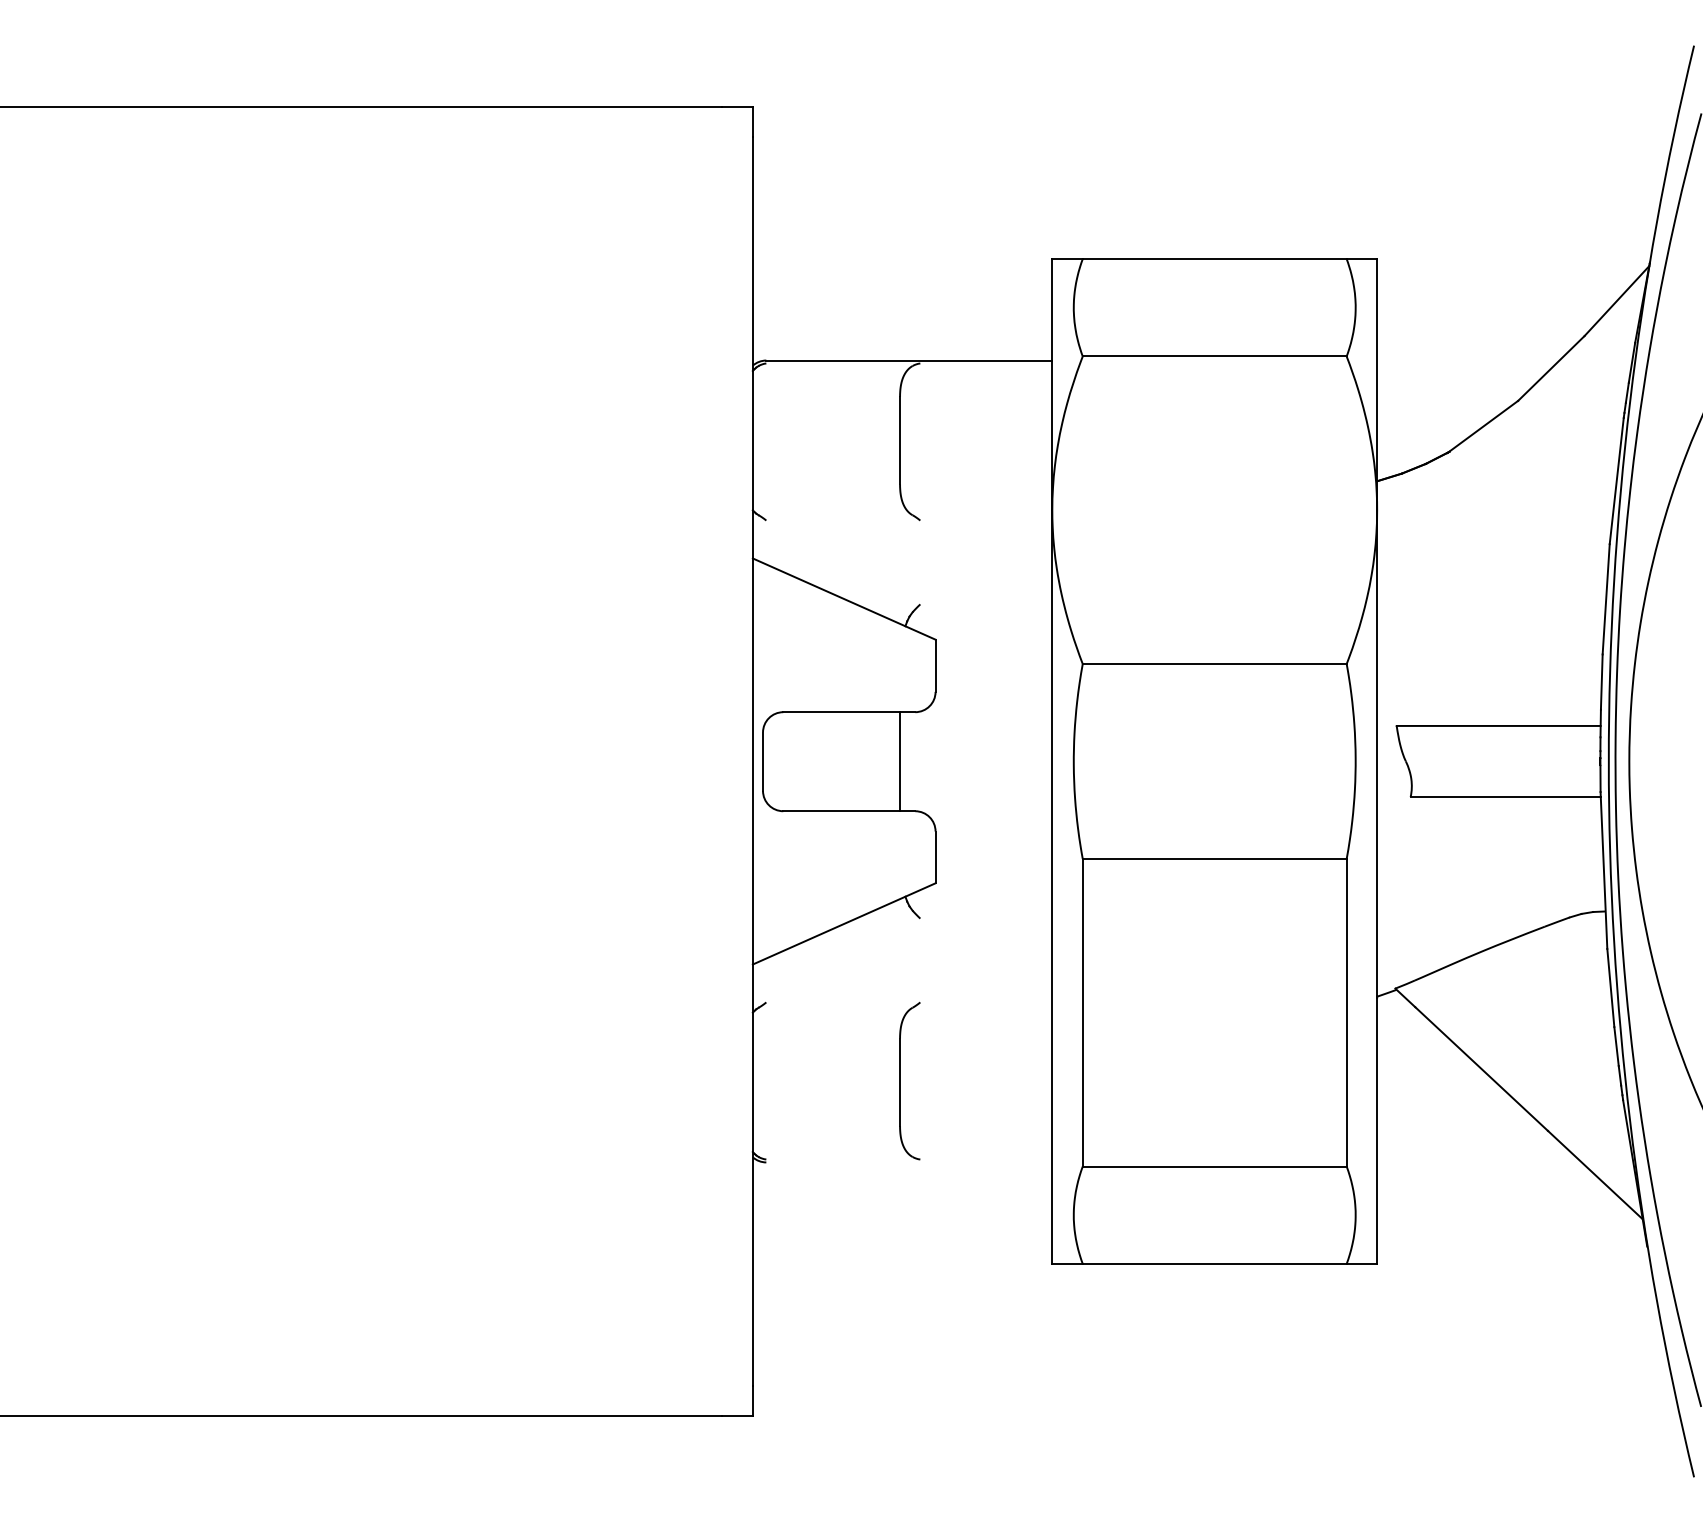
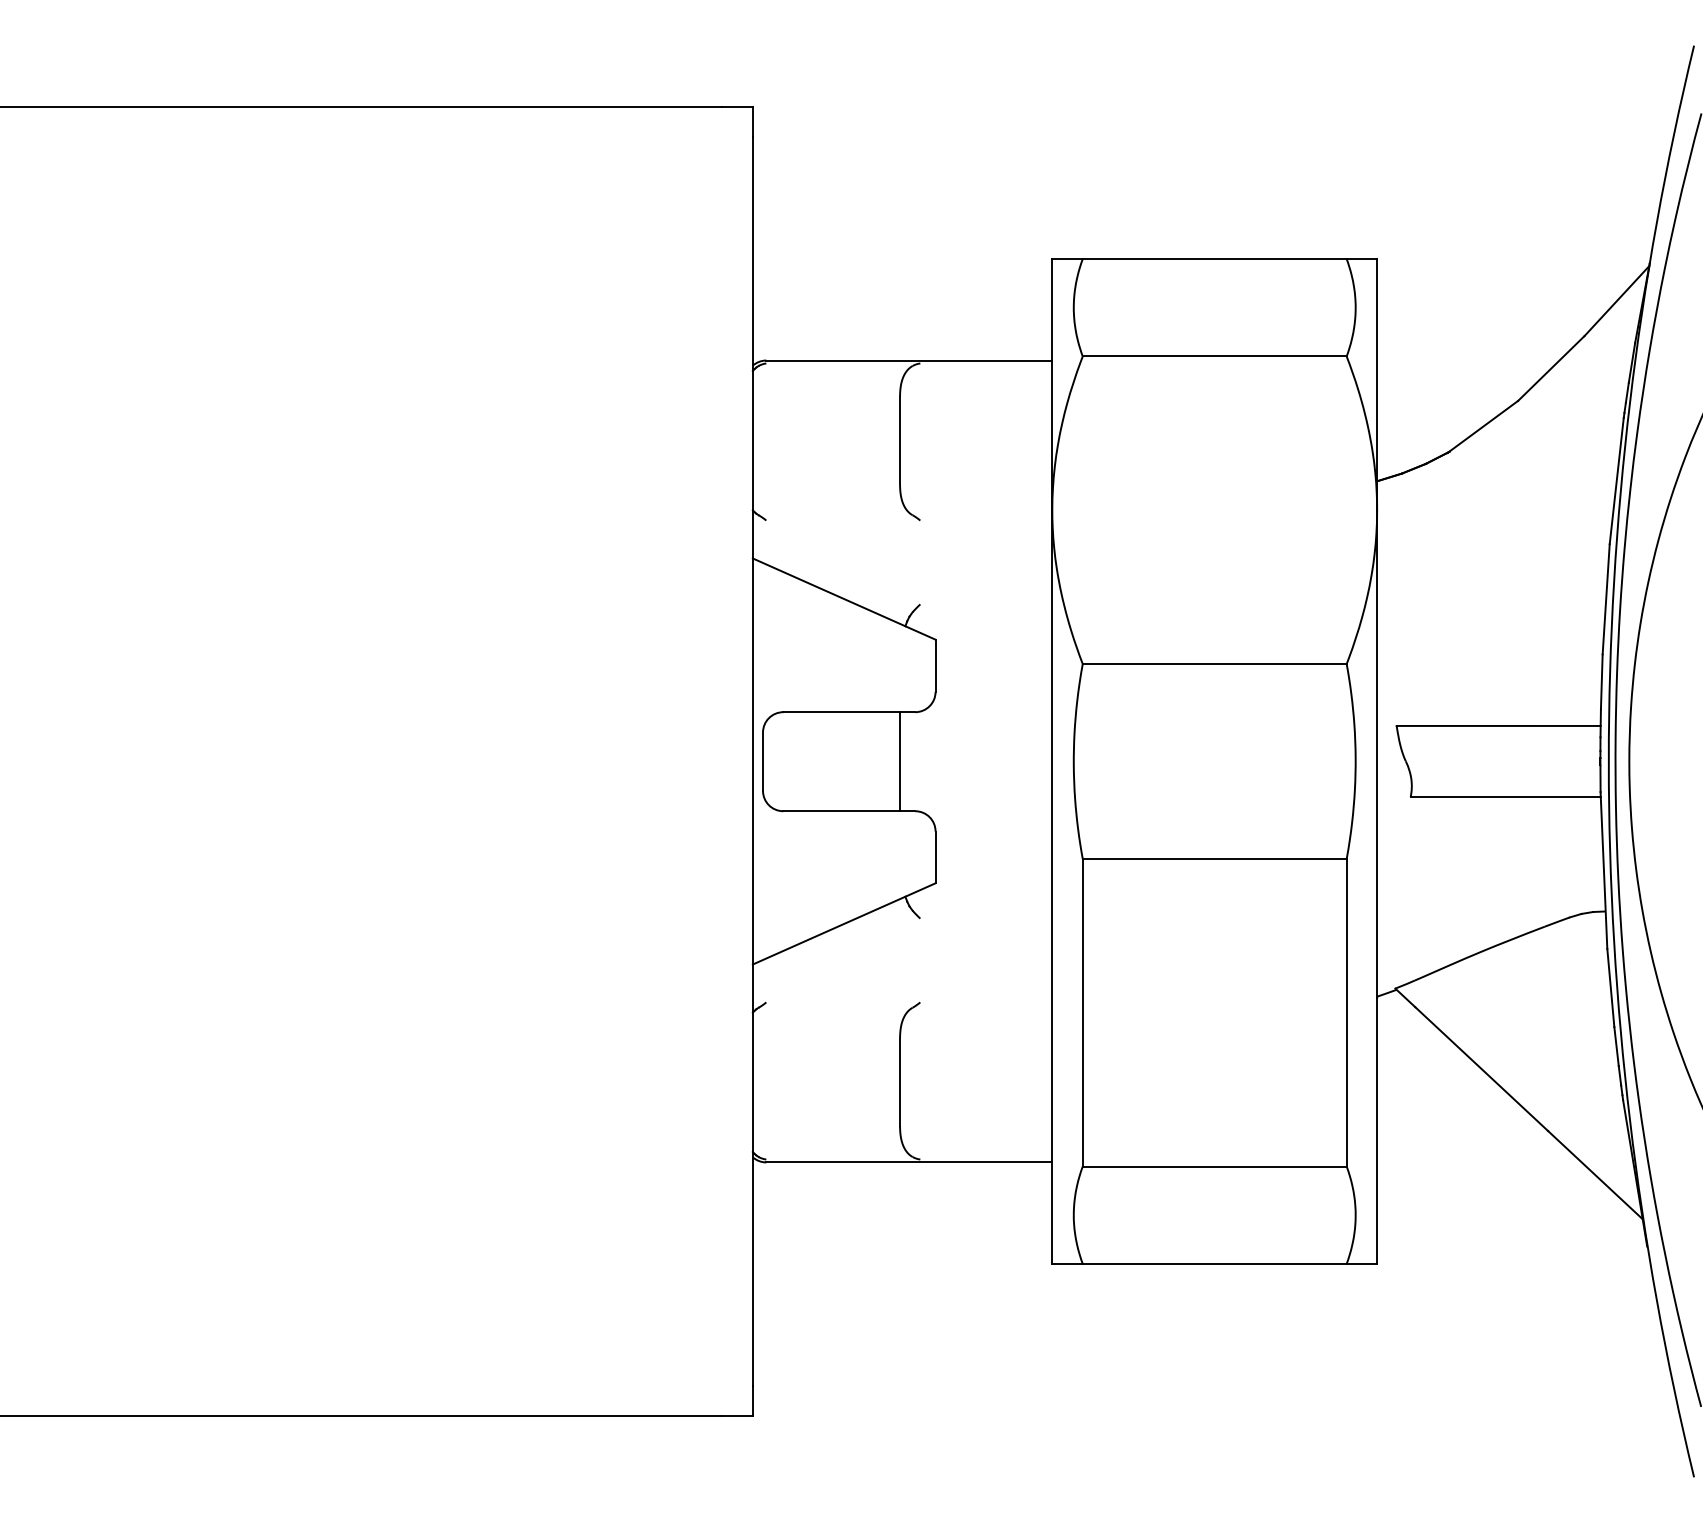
line at (909, 1162): none -> present
